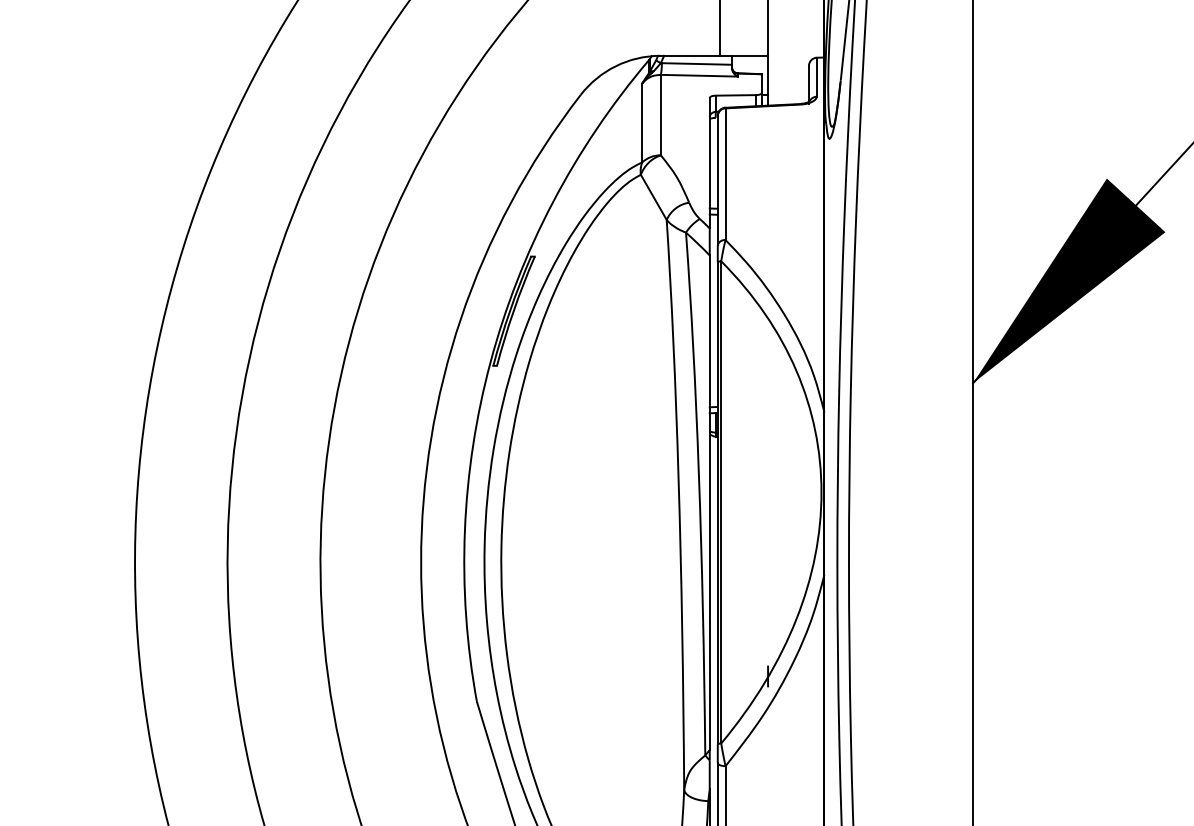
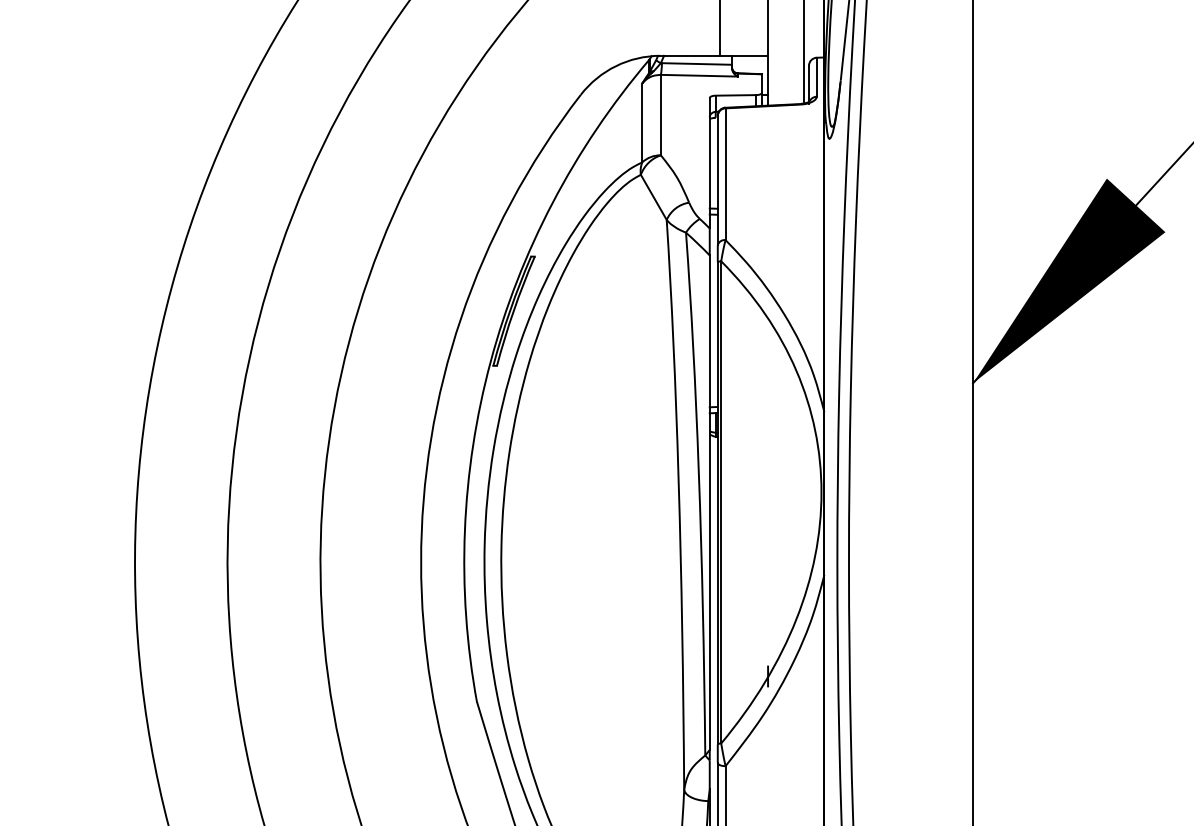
line at (804, 52): none -> present
